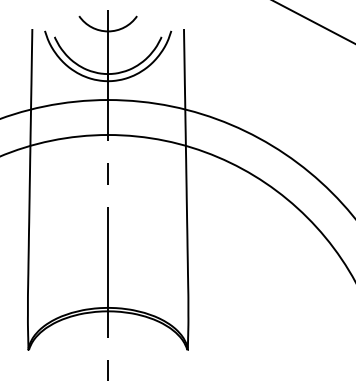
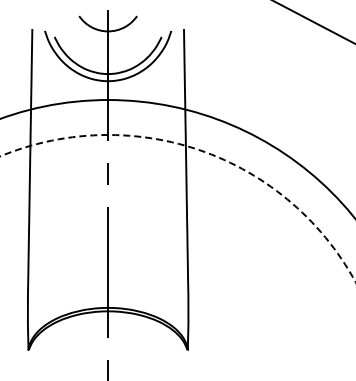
circle at (177, 208): solid -> dashed
